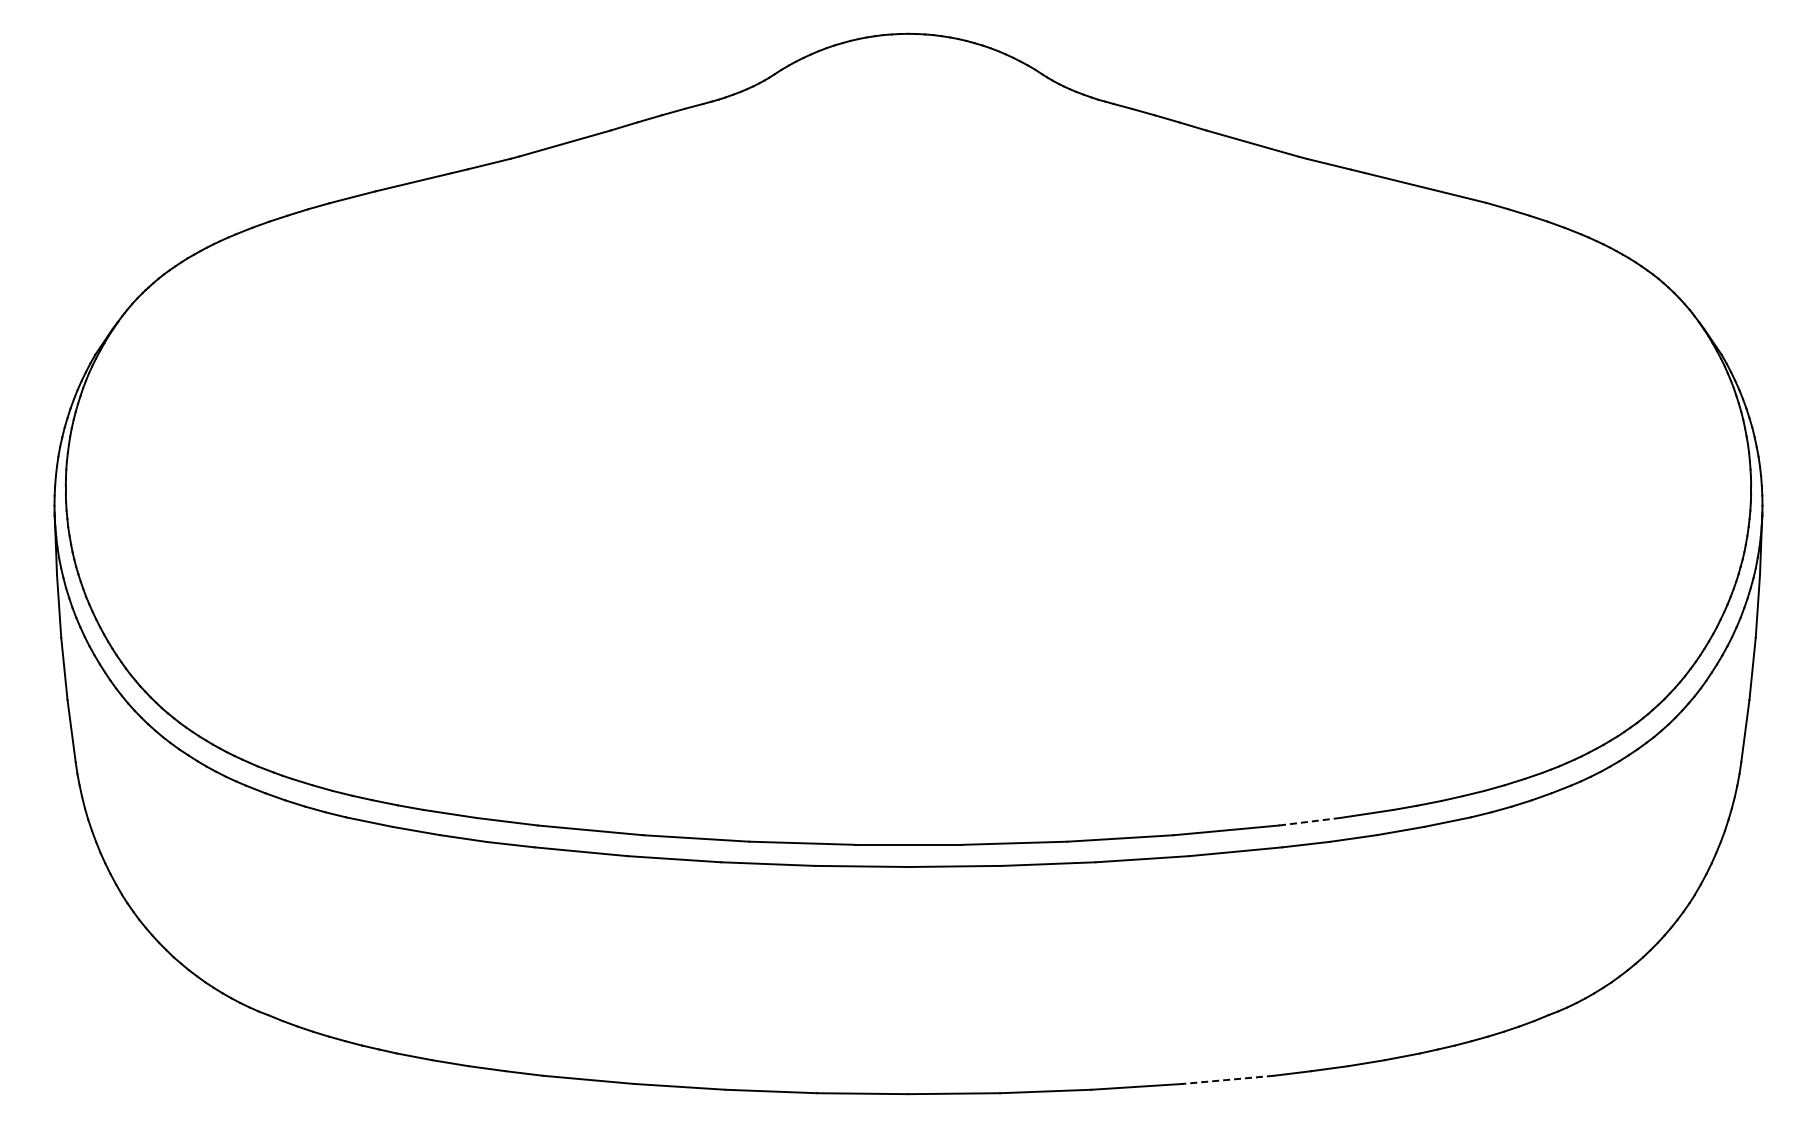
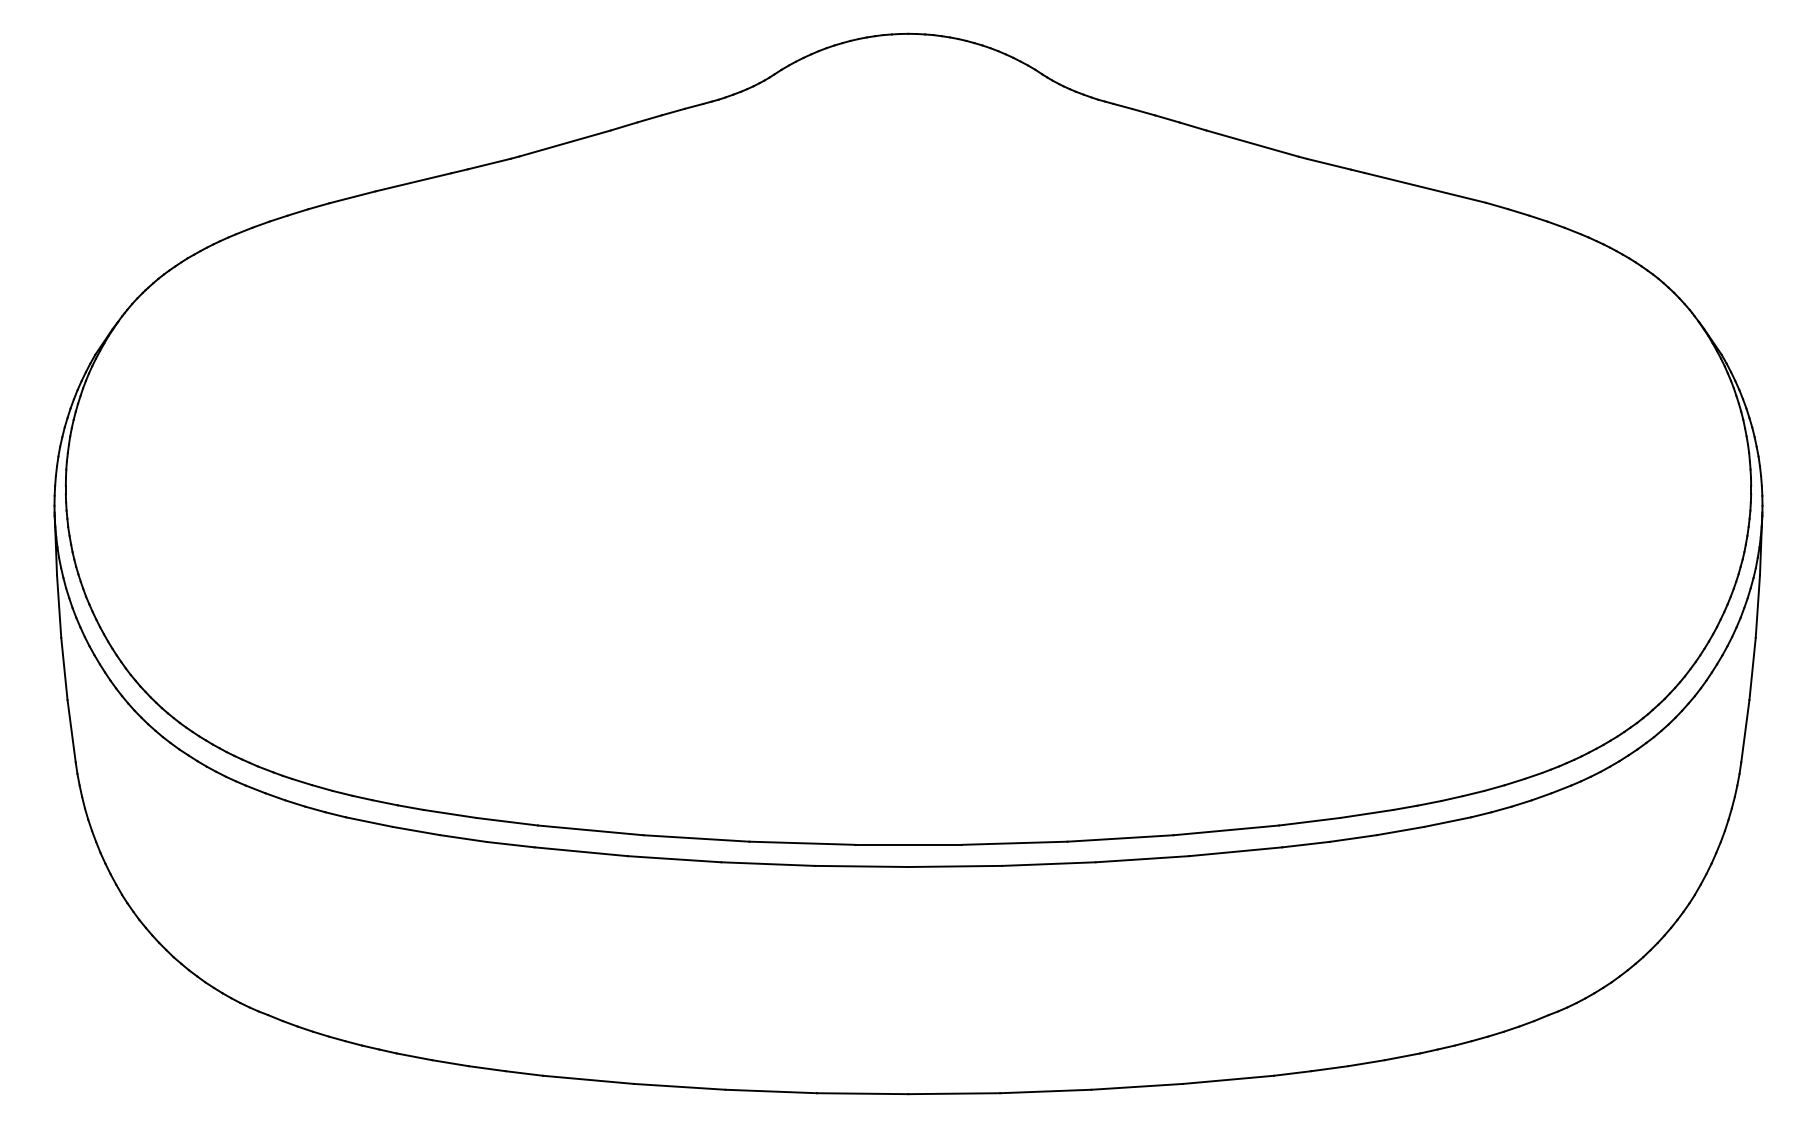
line at (1309, 821): dashed -> solid
line at (1228, 1079): dashed -> solid
